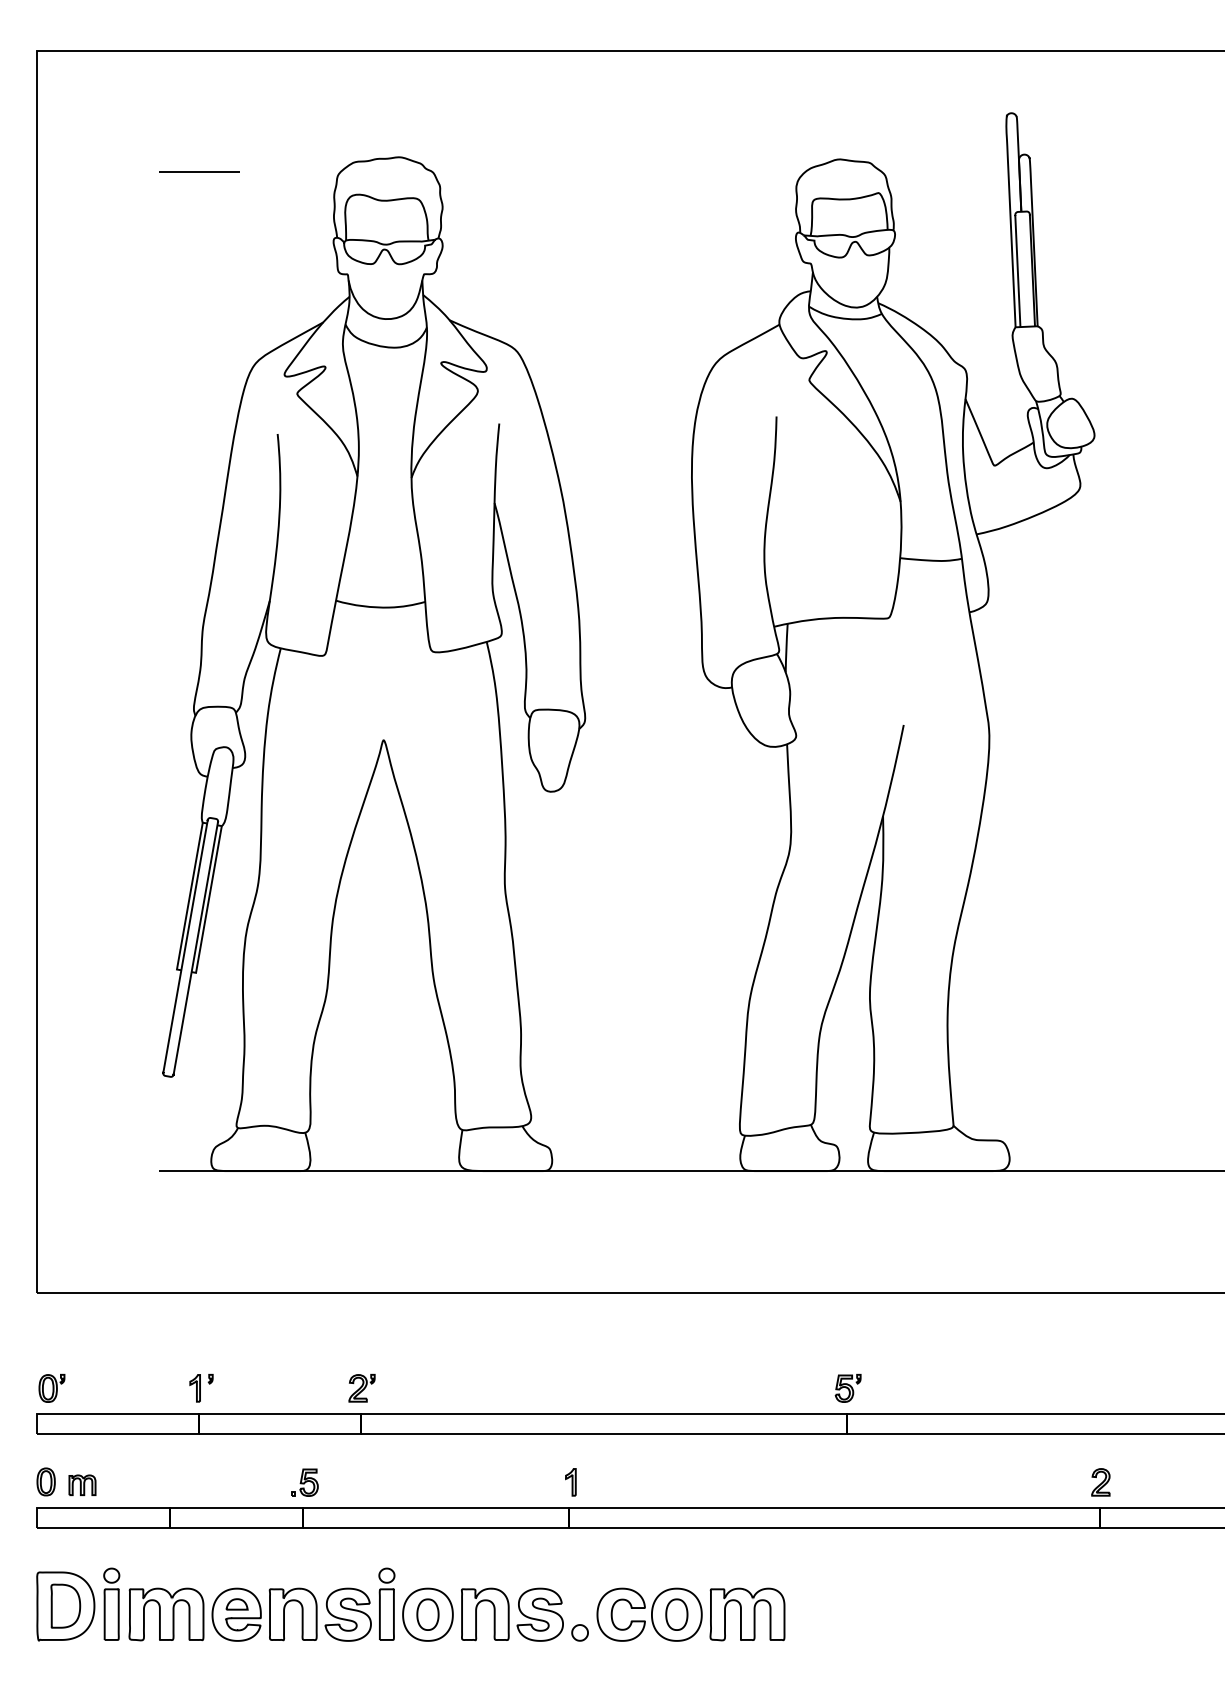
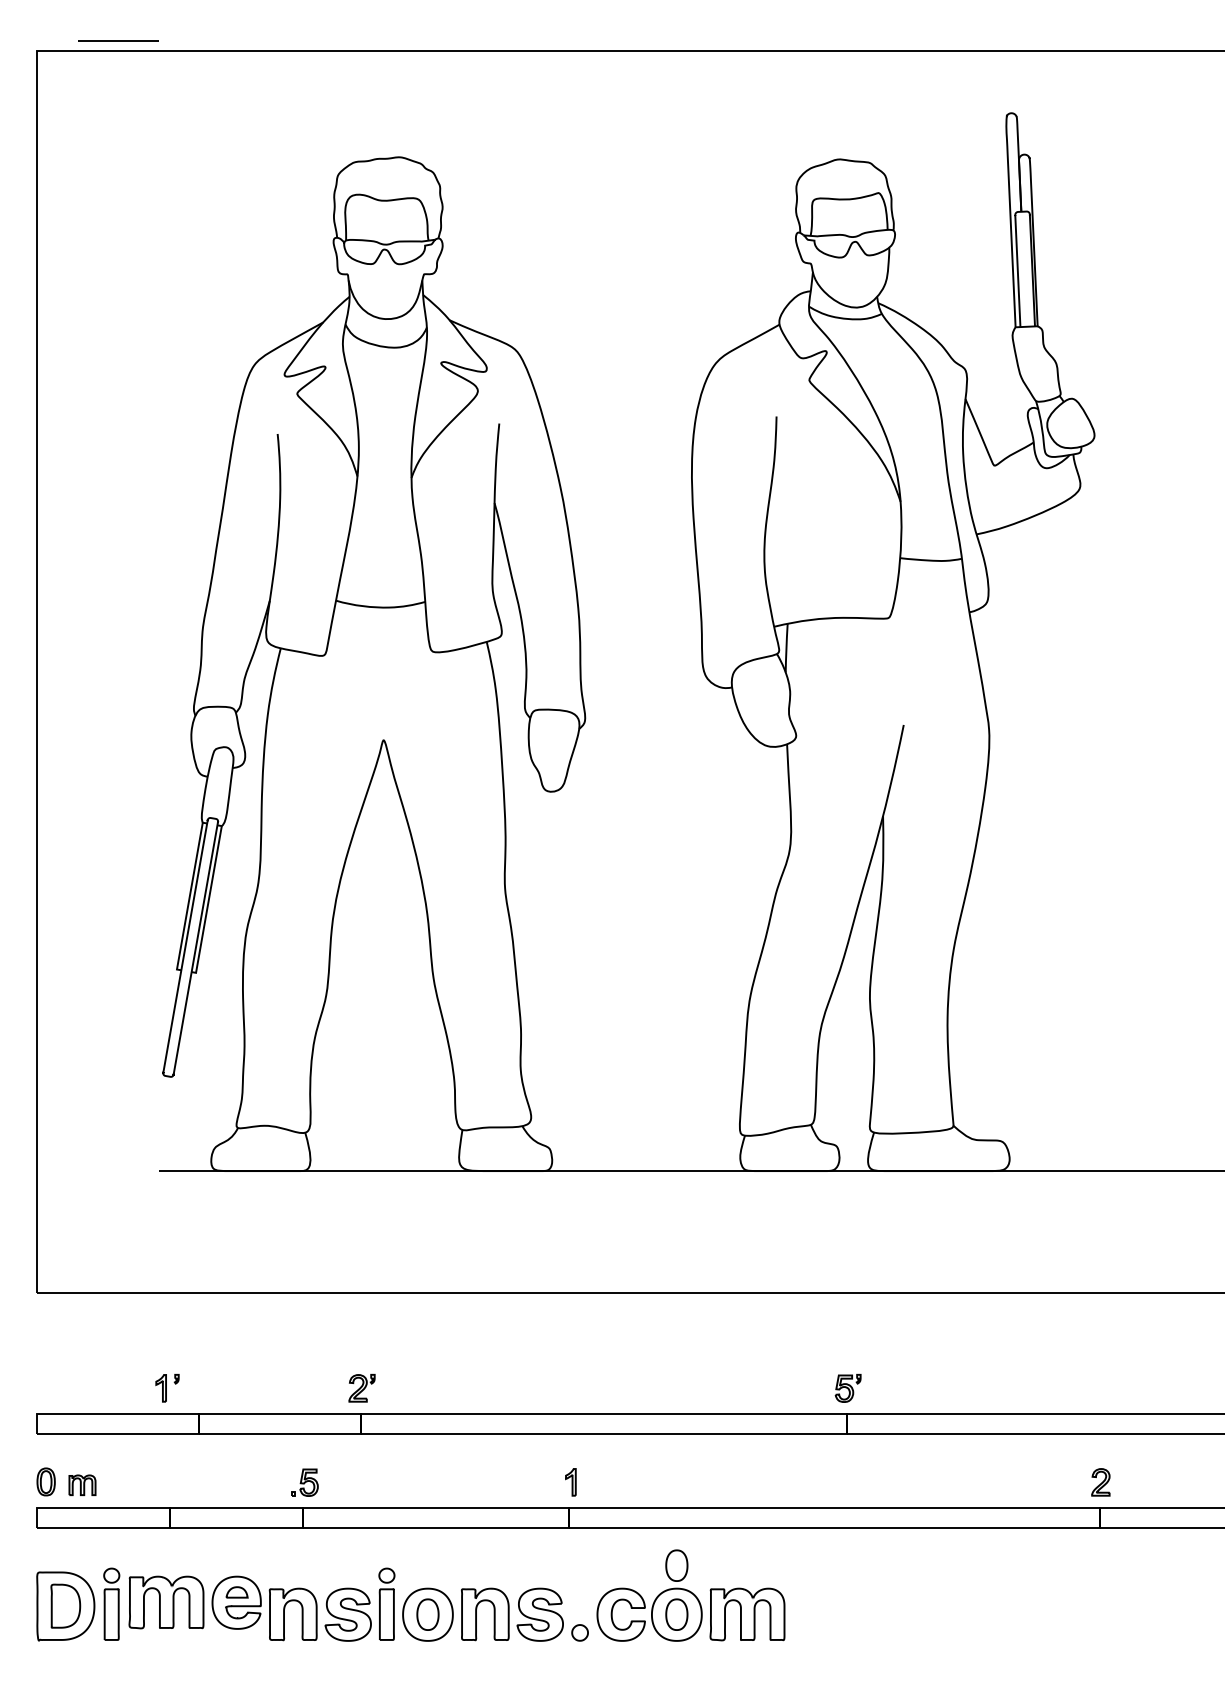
line at (199, 171) position: (199, 171) -> (118, 40)
part at (51, 1388): present -> none
part at (201, 1388) position: (201, 1388) -> (167, 1388)
part at (676, 1565): none -> present
part at (194, 1614) position: (194, 1614) -> (194, 1602)
